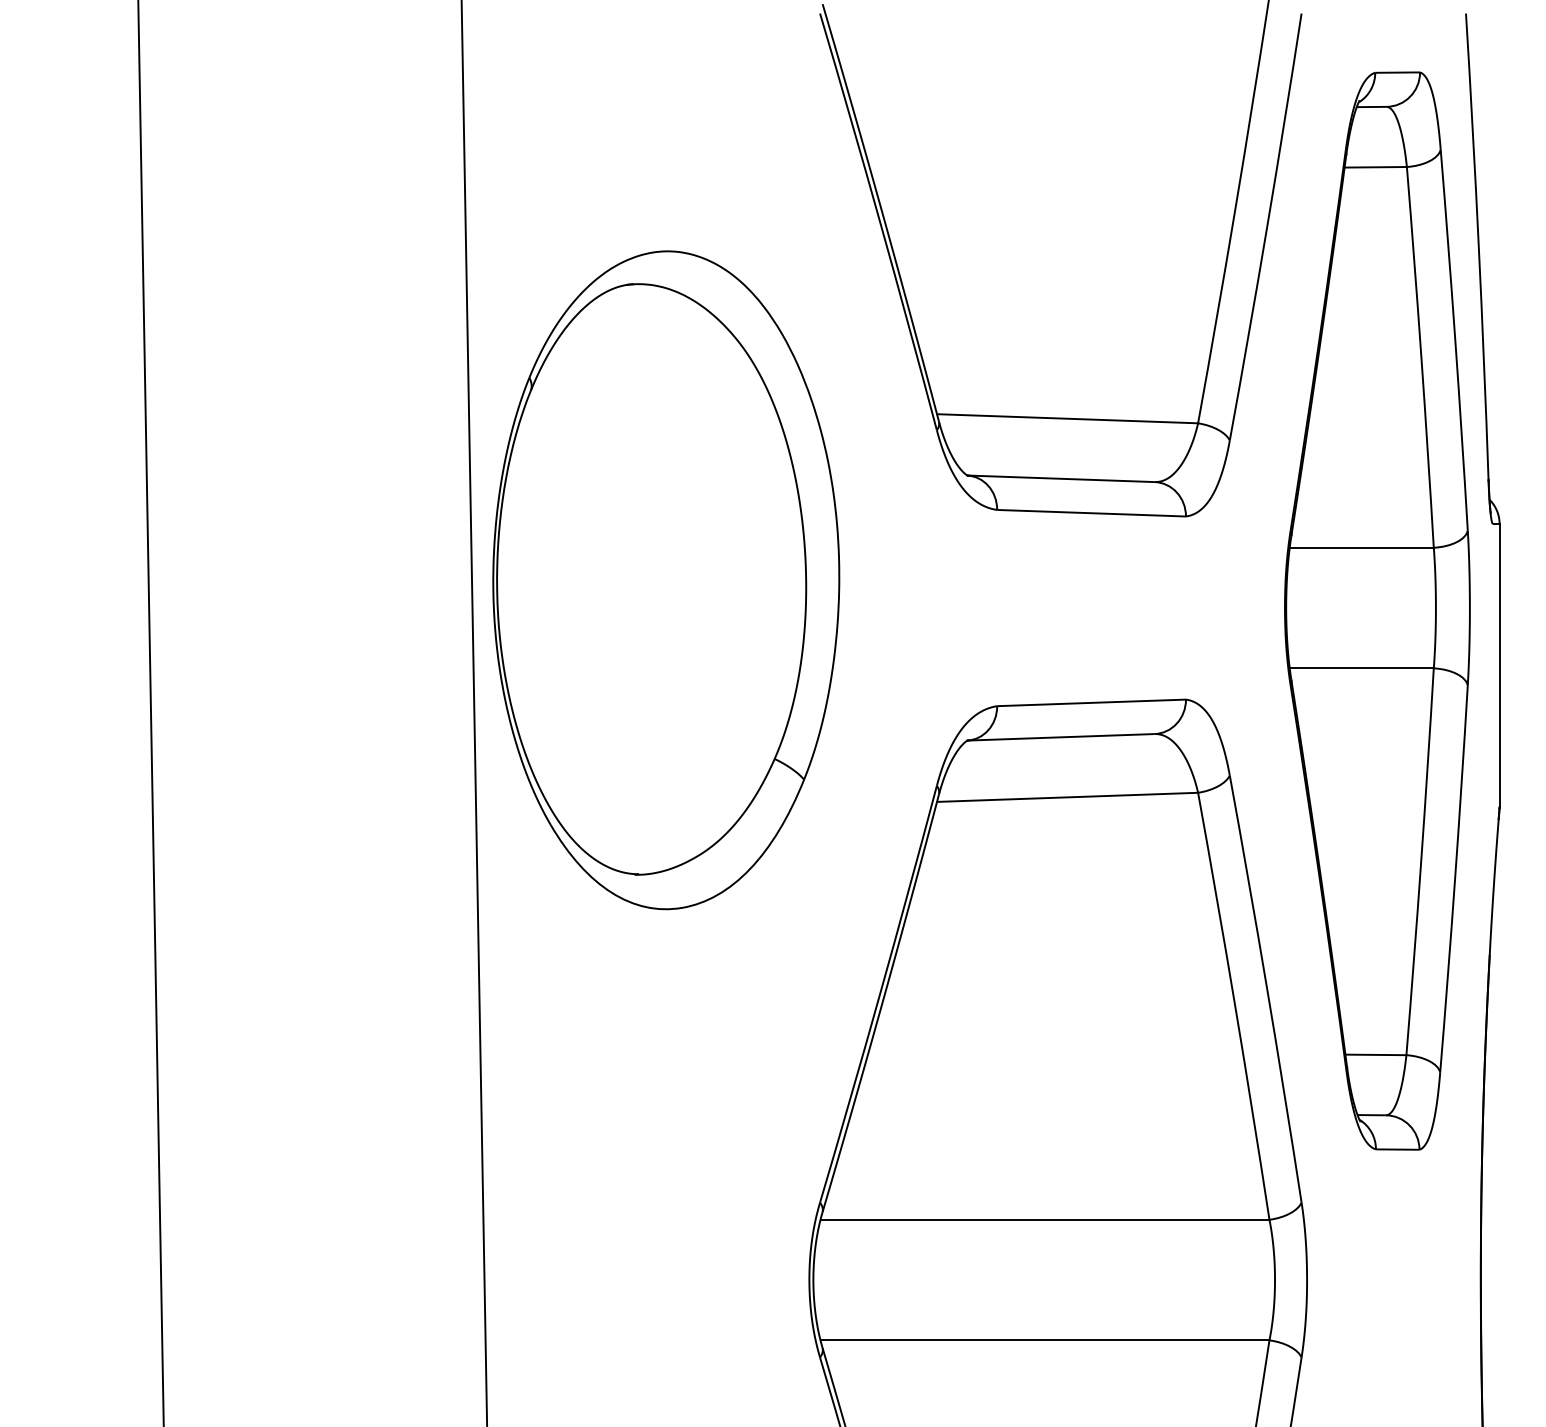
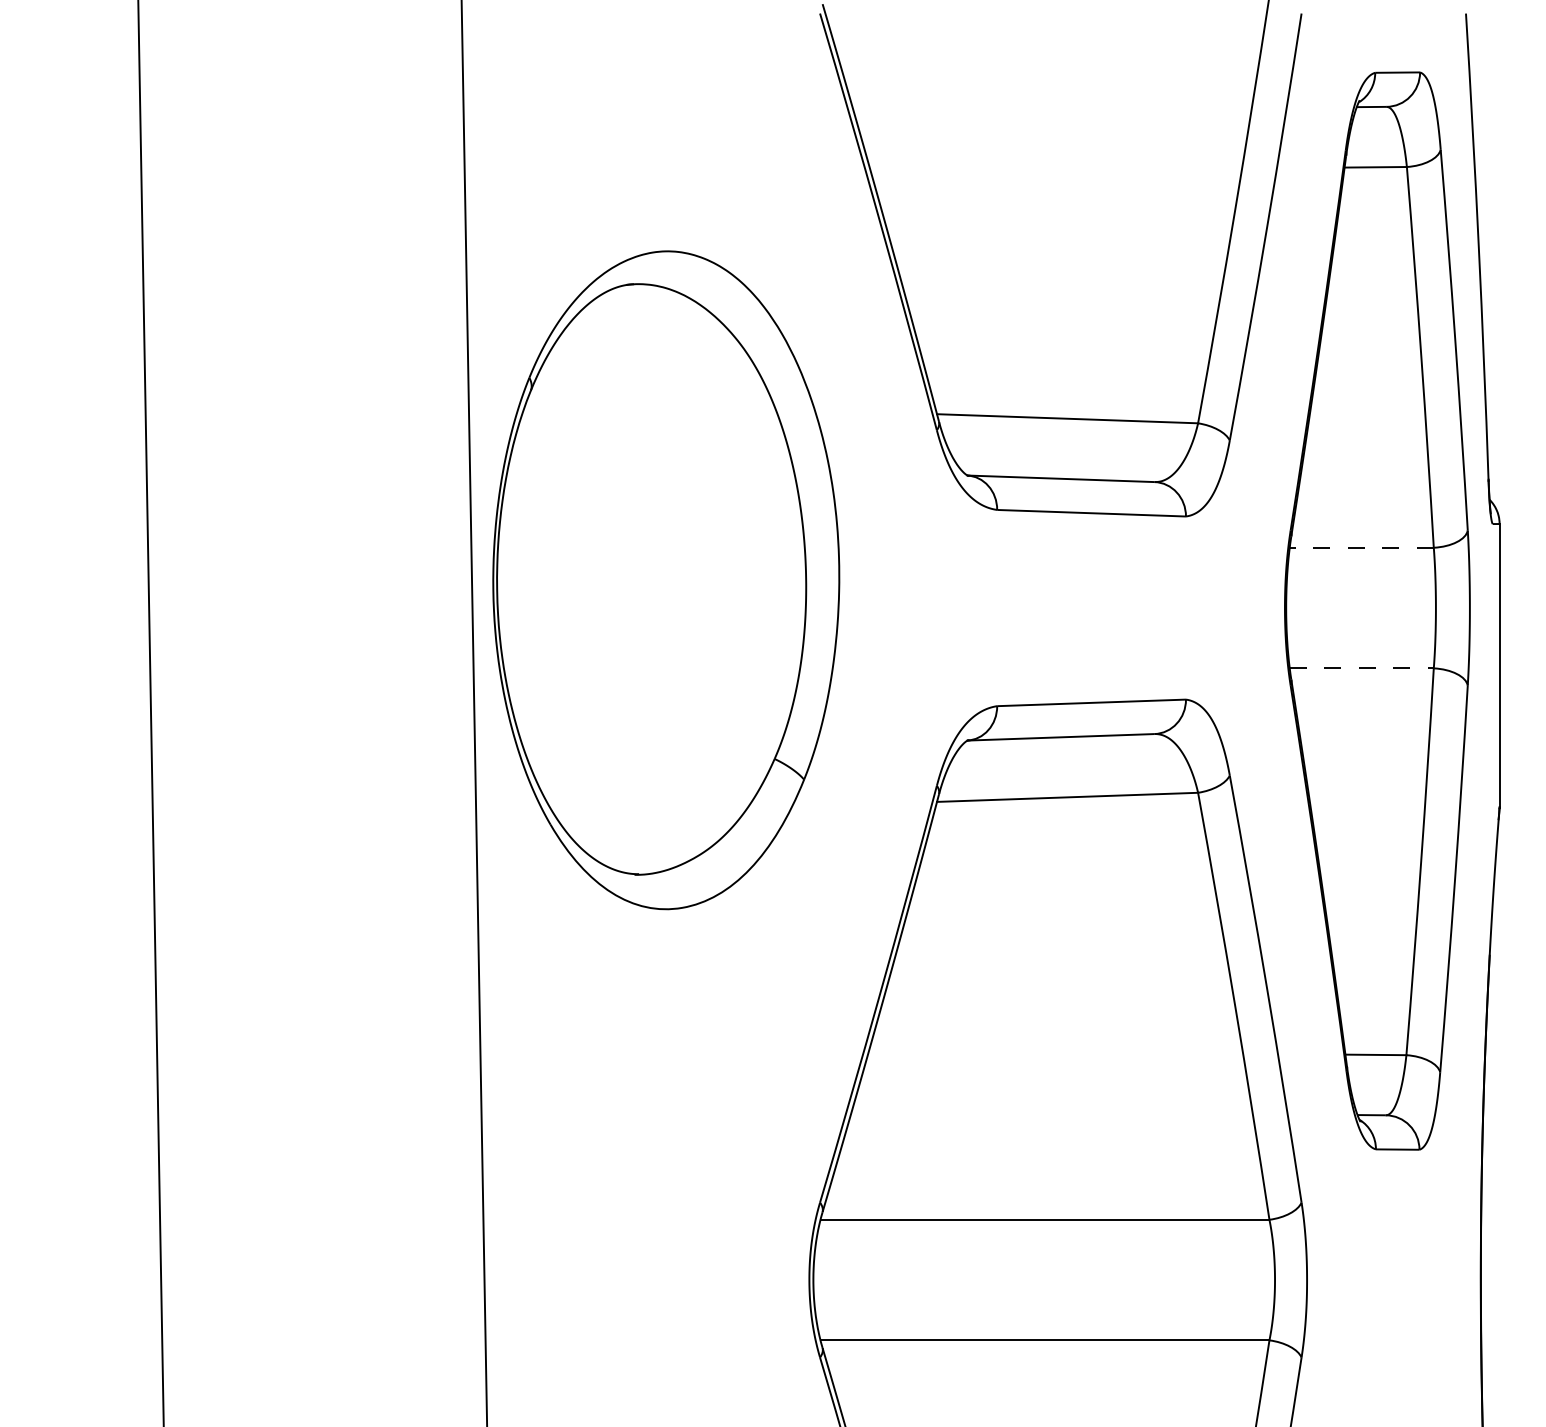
line at (1361, 547): solid -> dashed
line at (1362, 668): solid -> dashed
